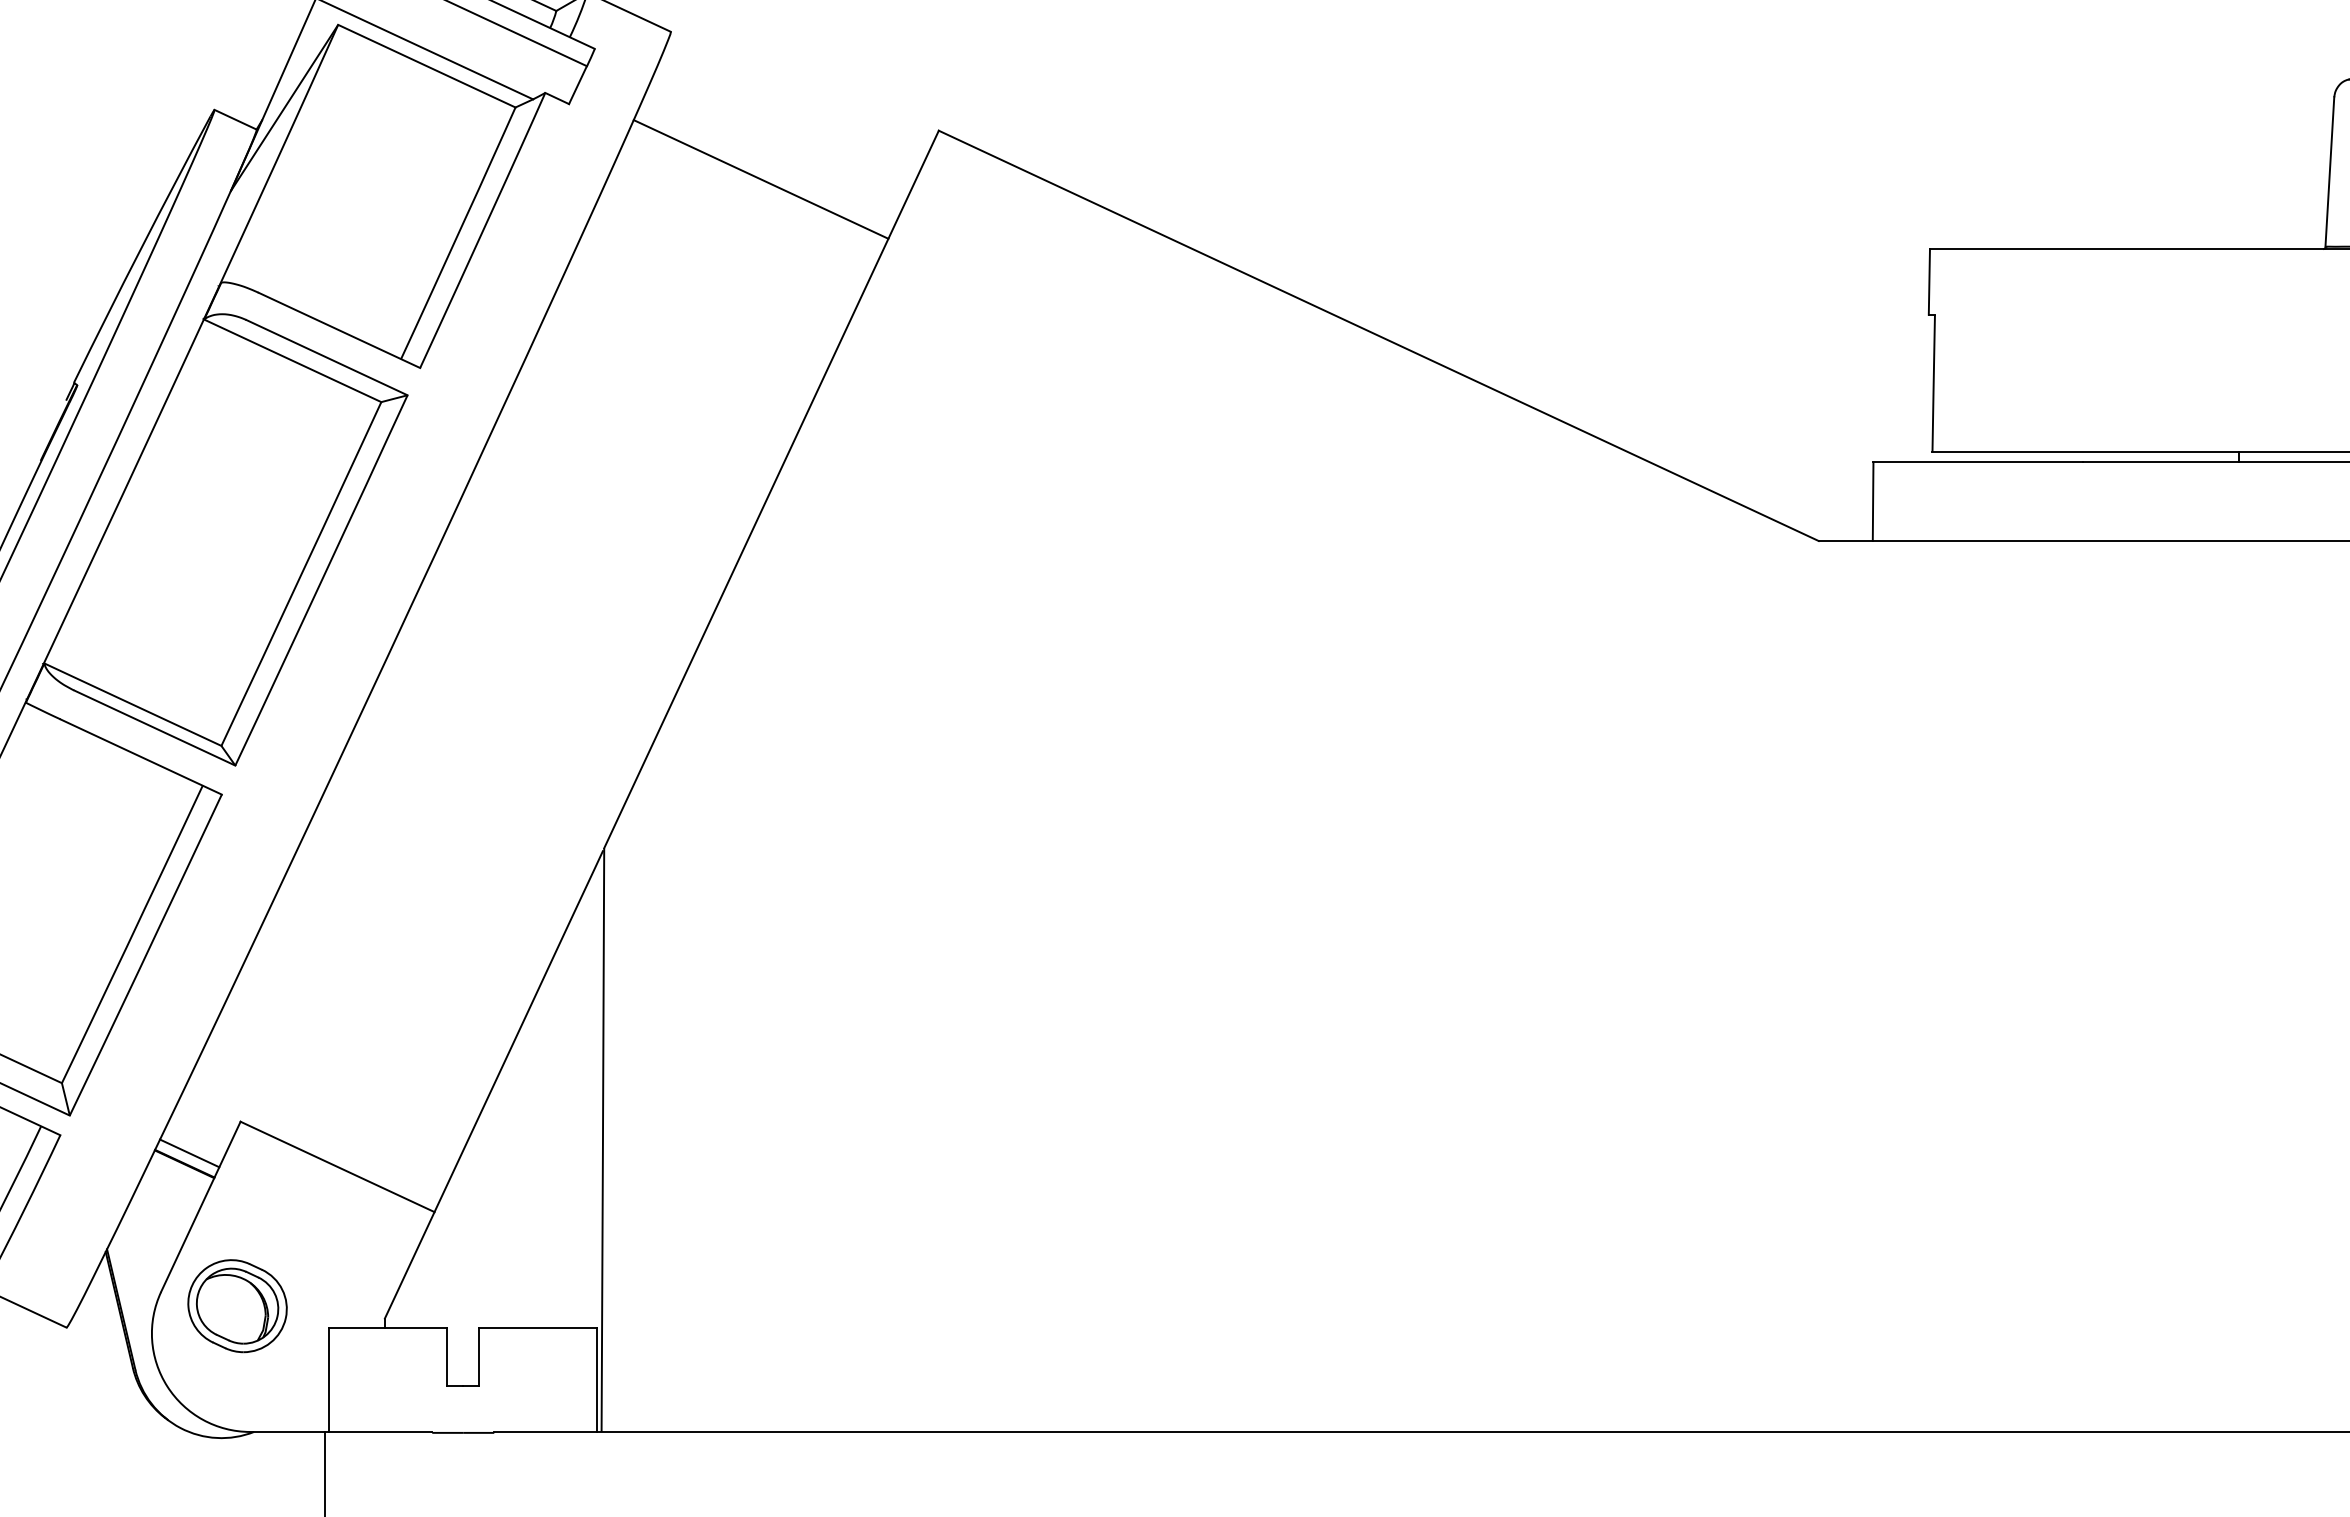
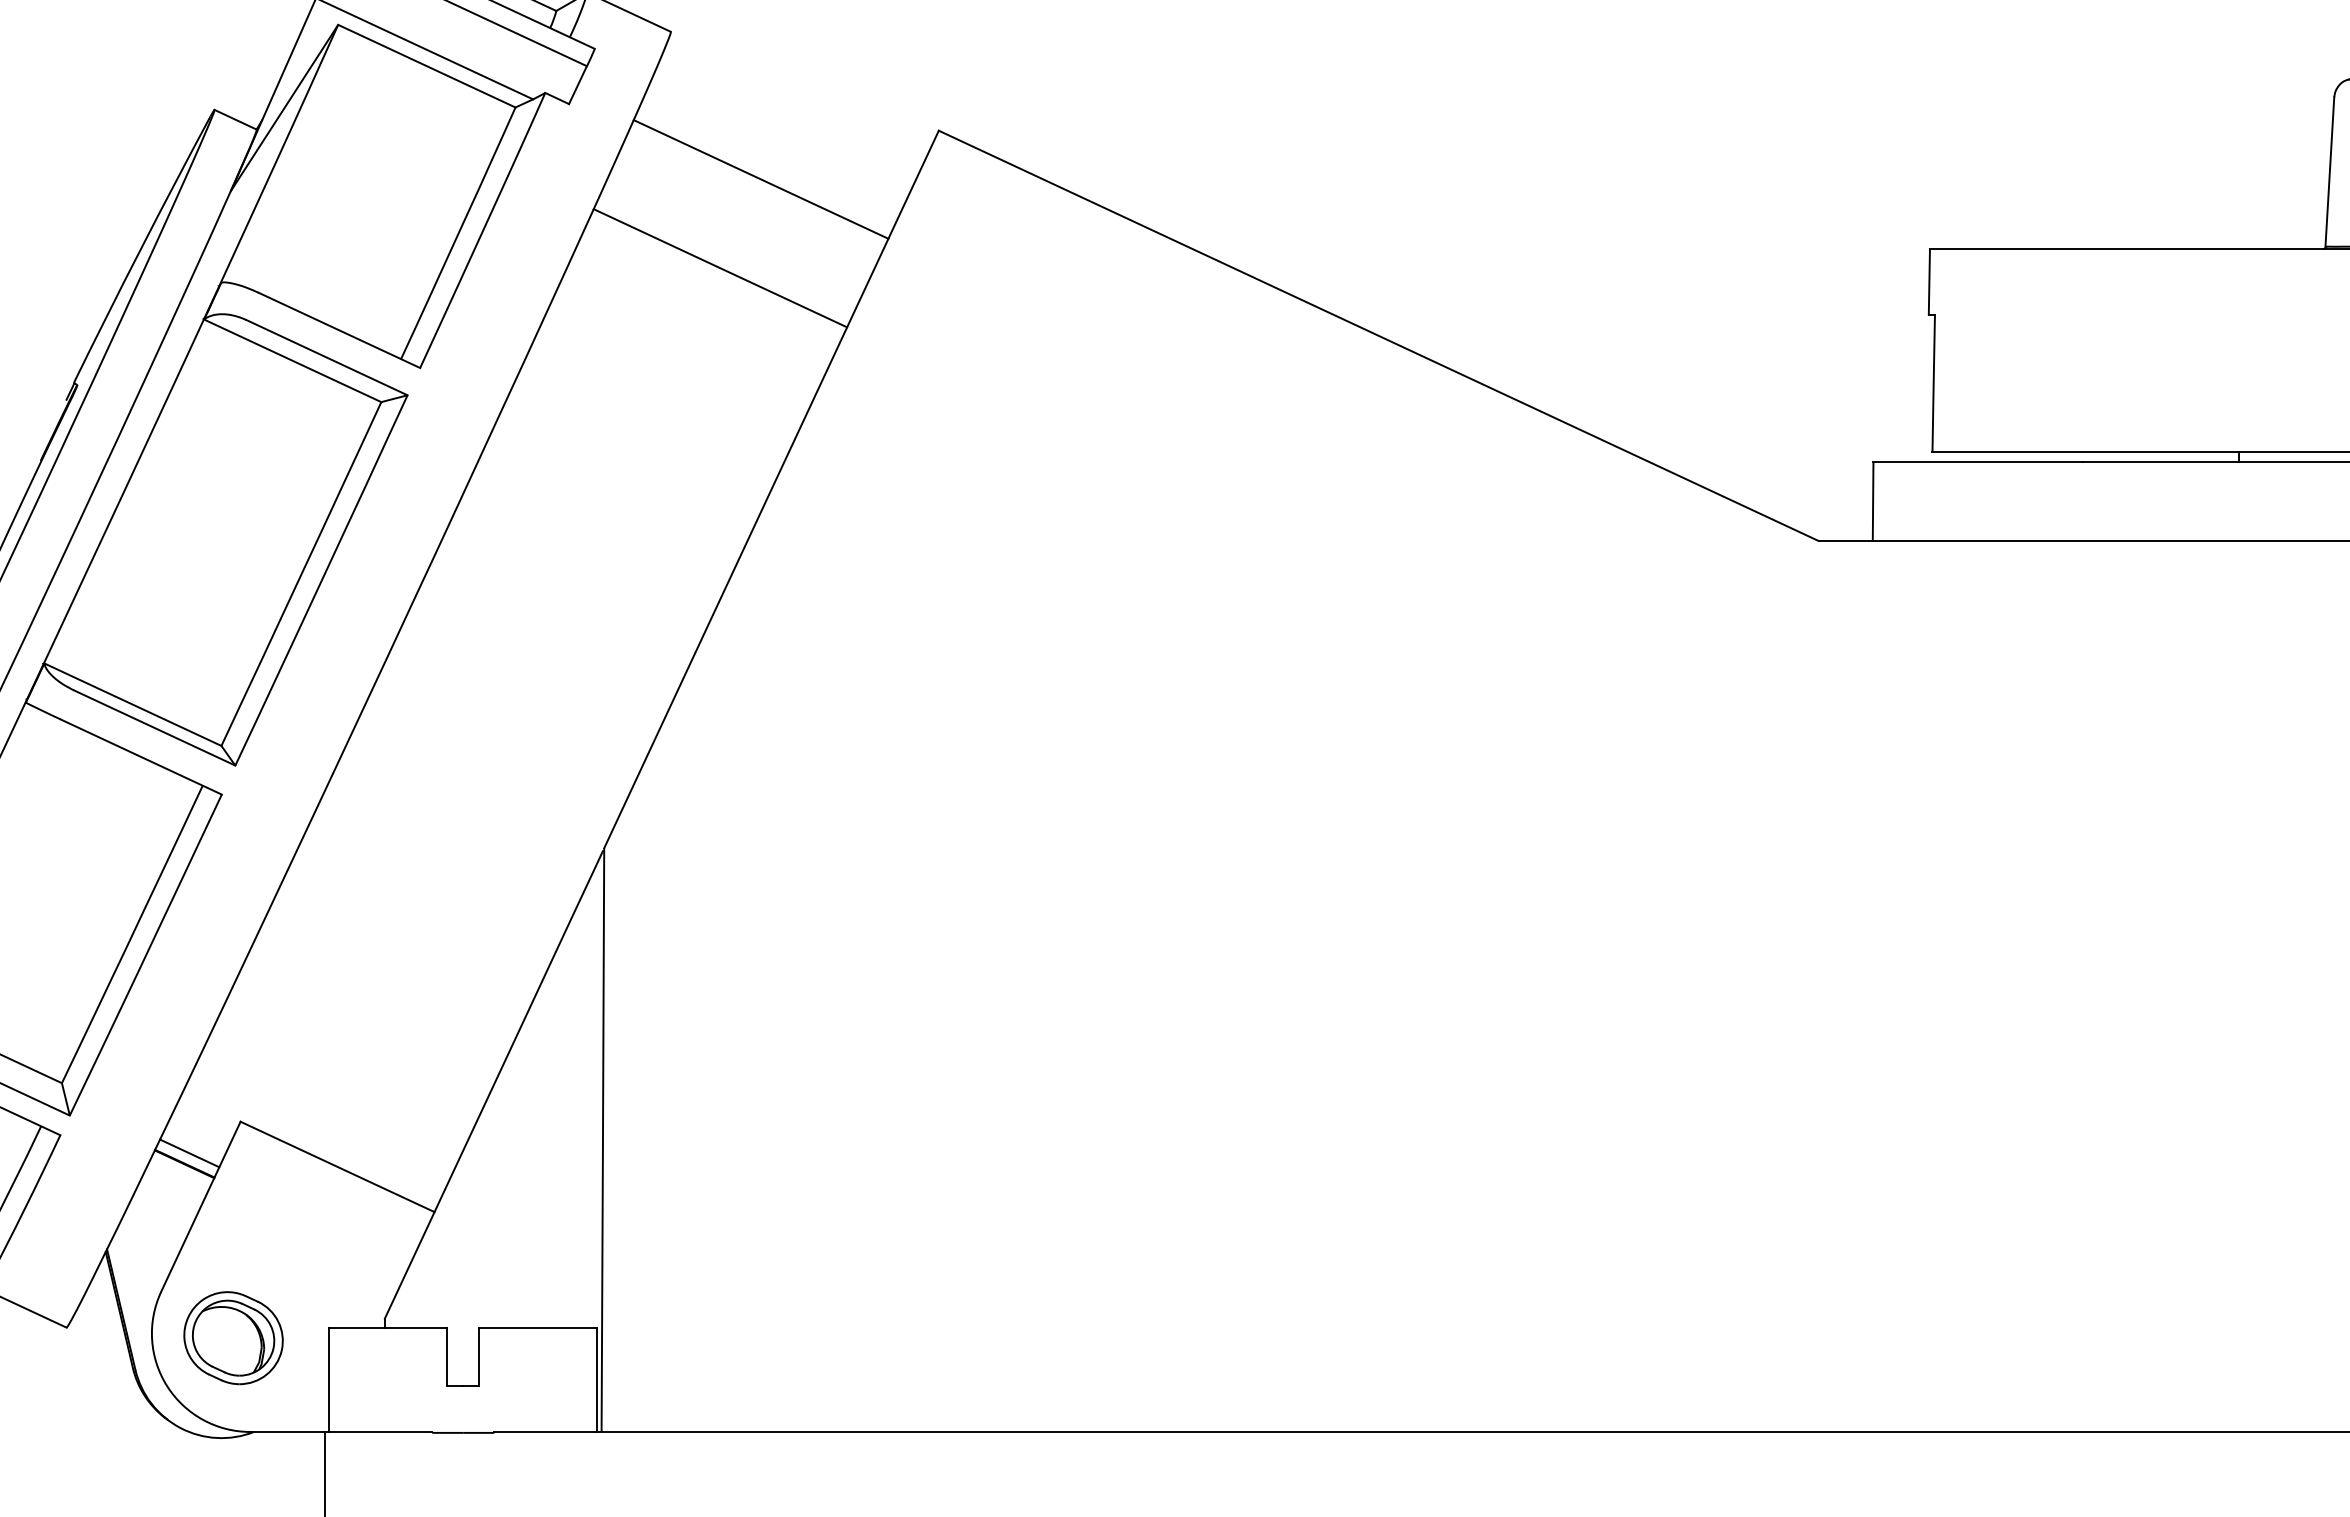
line at (720, 268): none -> present
part at (237, 1306) position: (237, 1306) -> (233, 1338)
